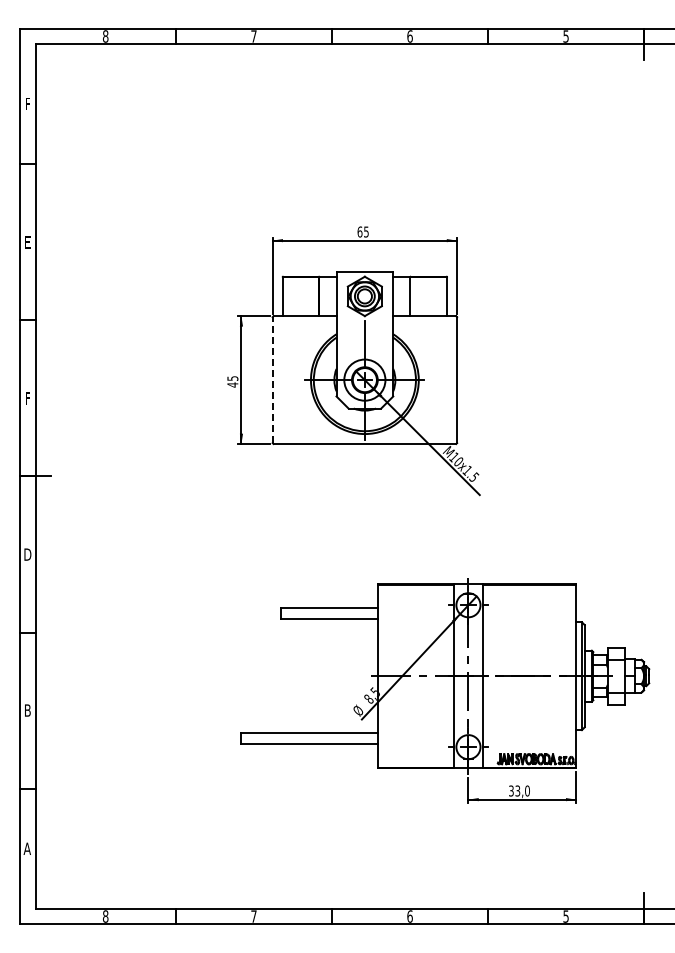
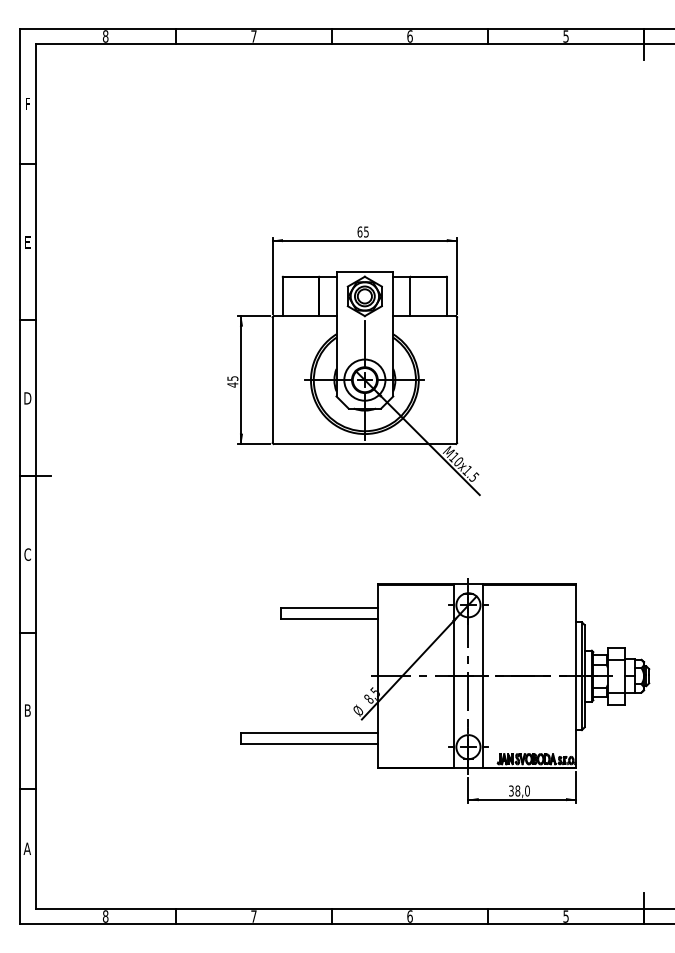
line at (272, 380): dashed -> solid
text at (27, 398): F -> D
text at (27, 554): D -> C
text at (517, 790): 33,0 -> 38,0
